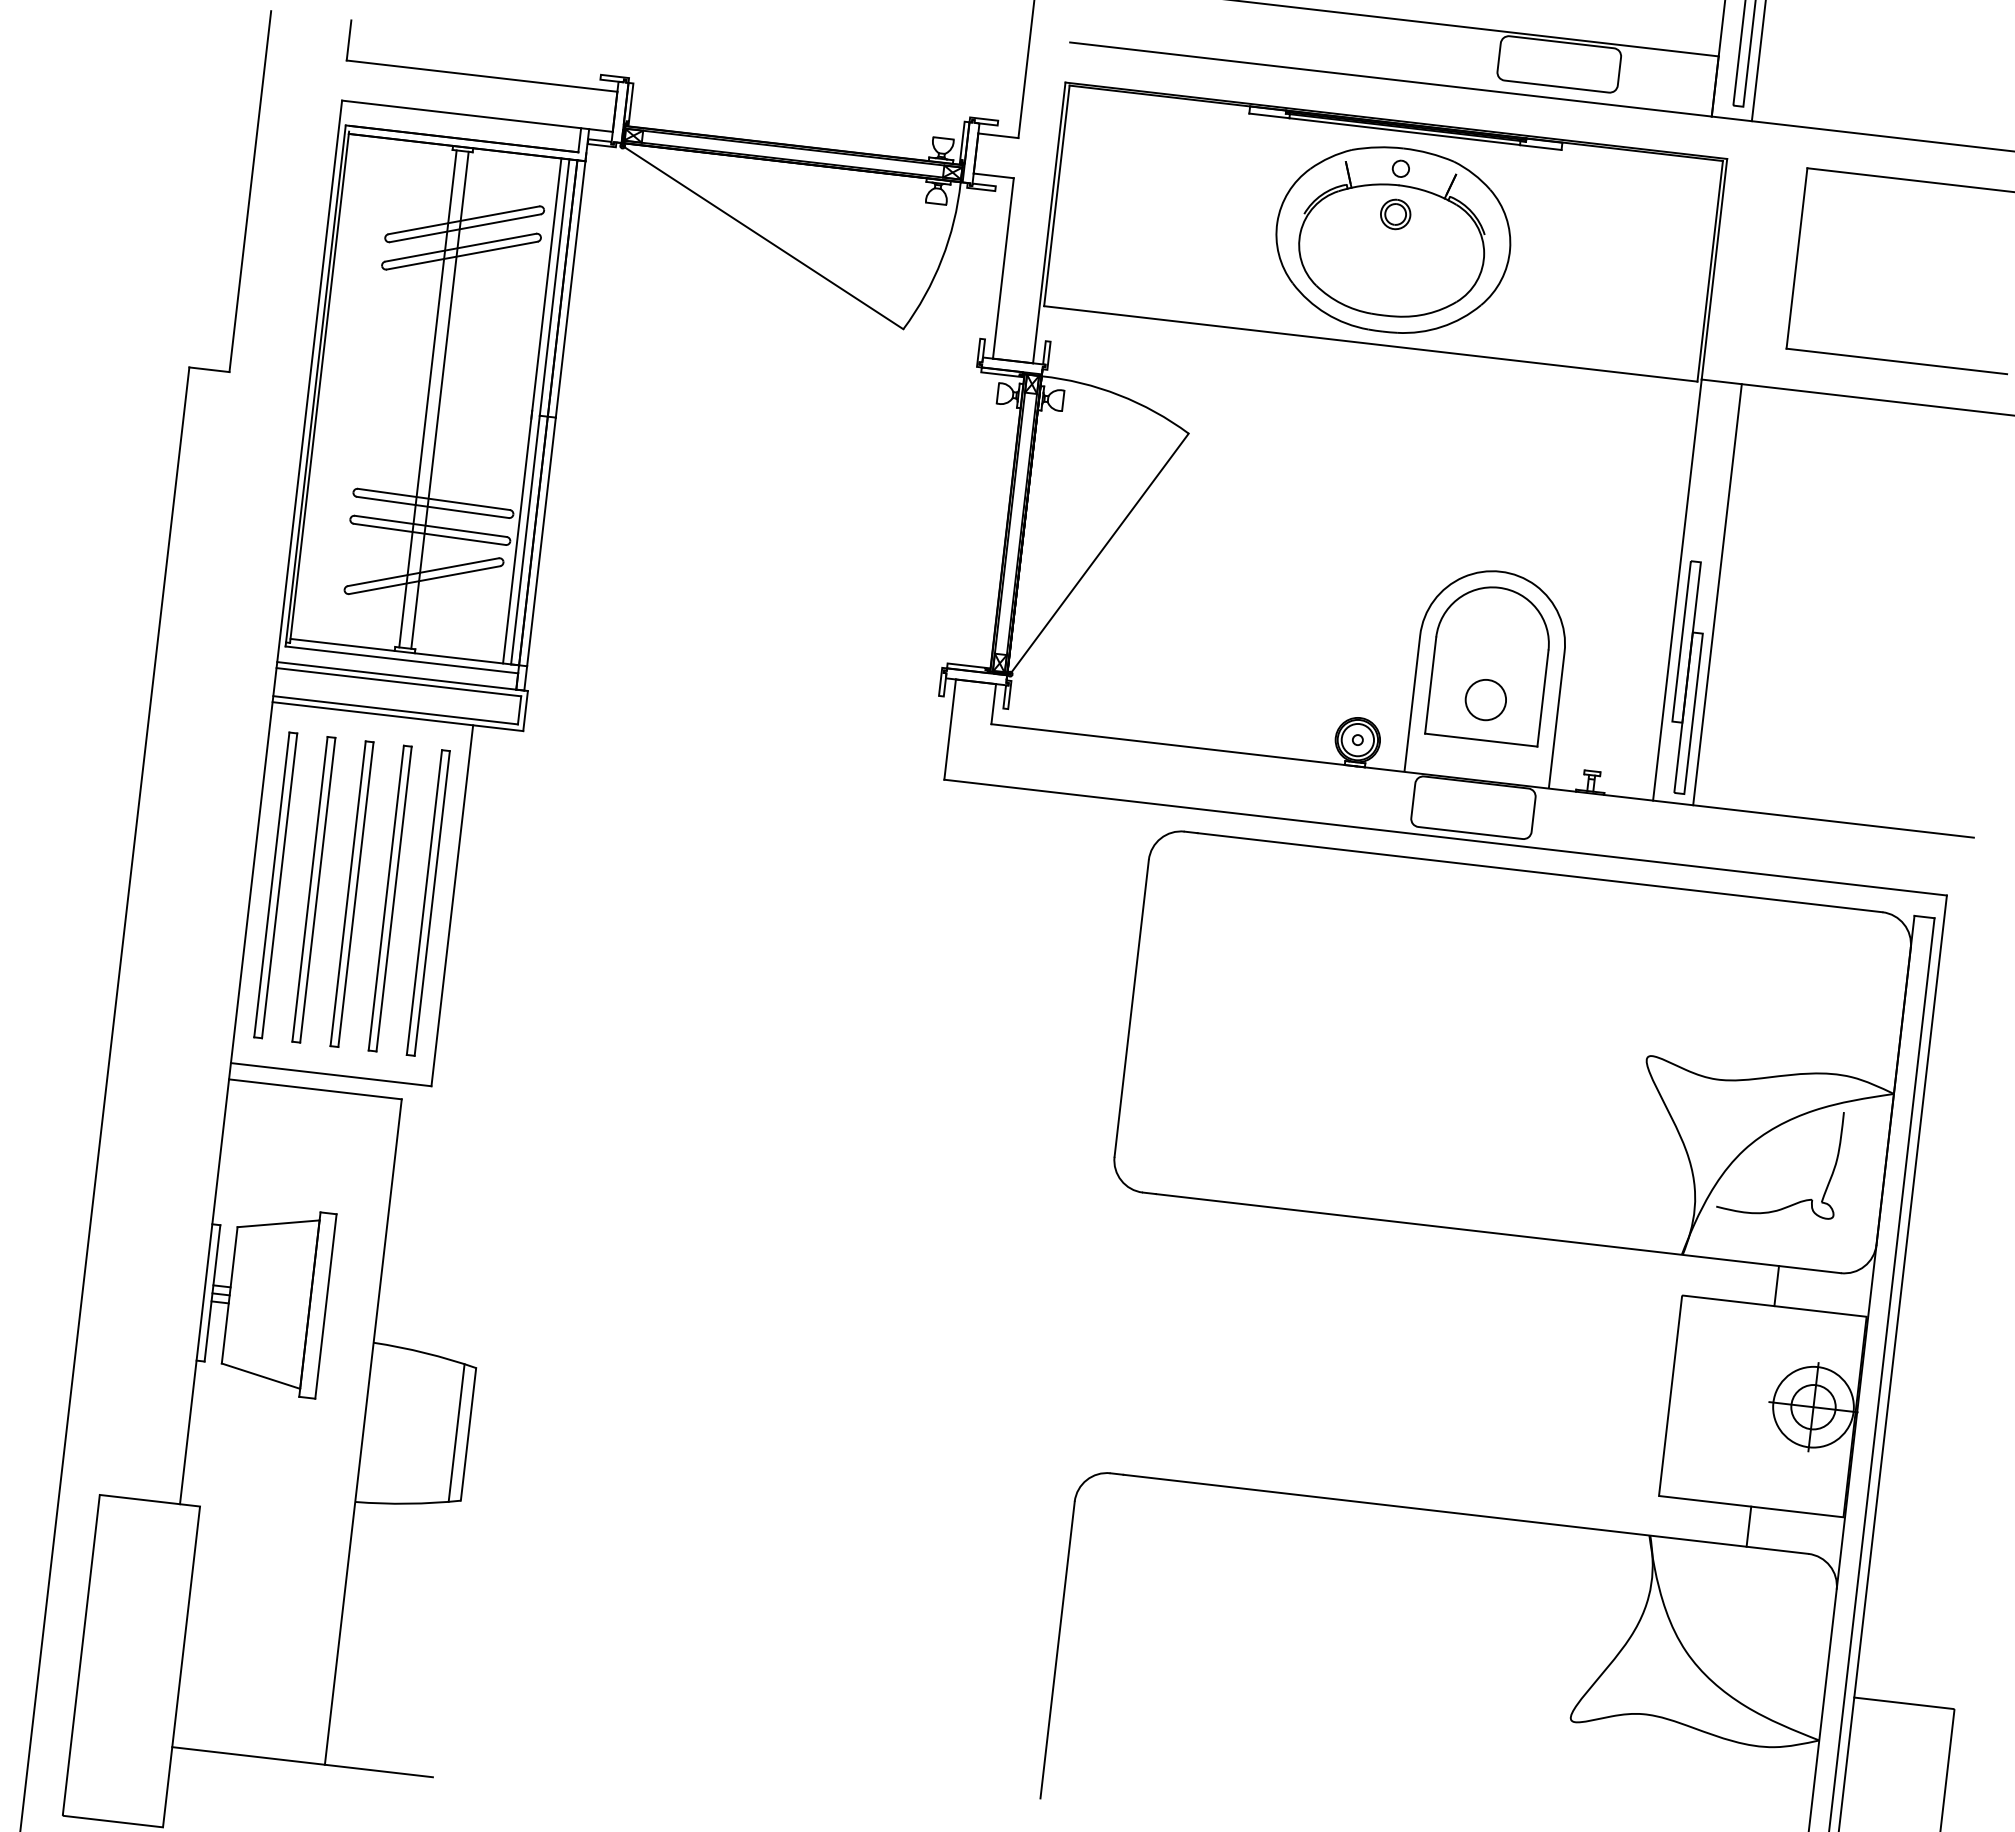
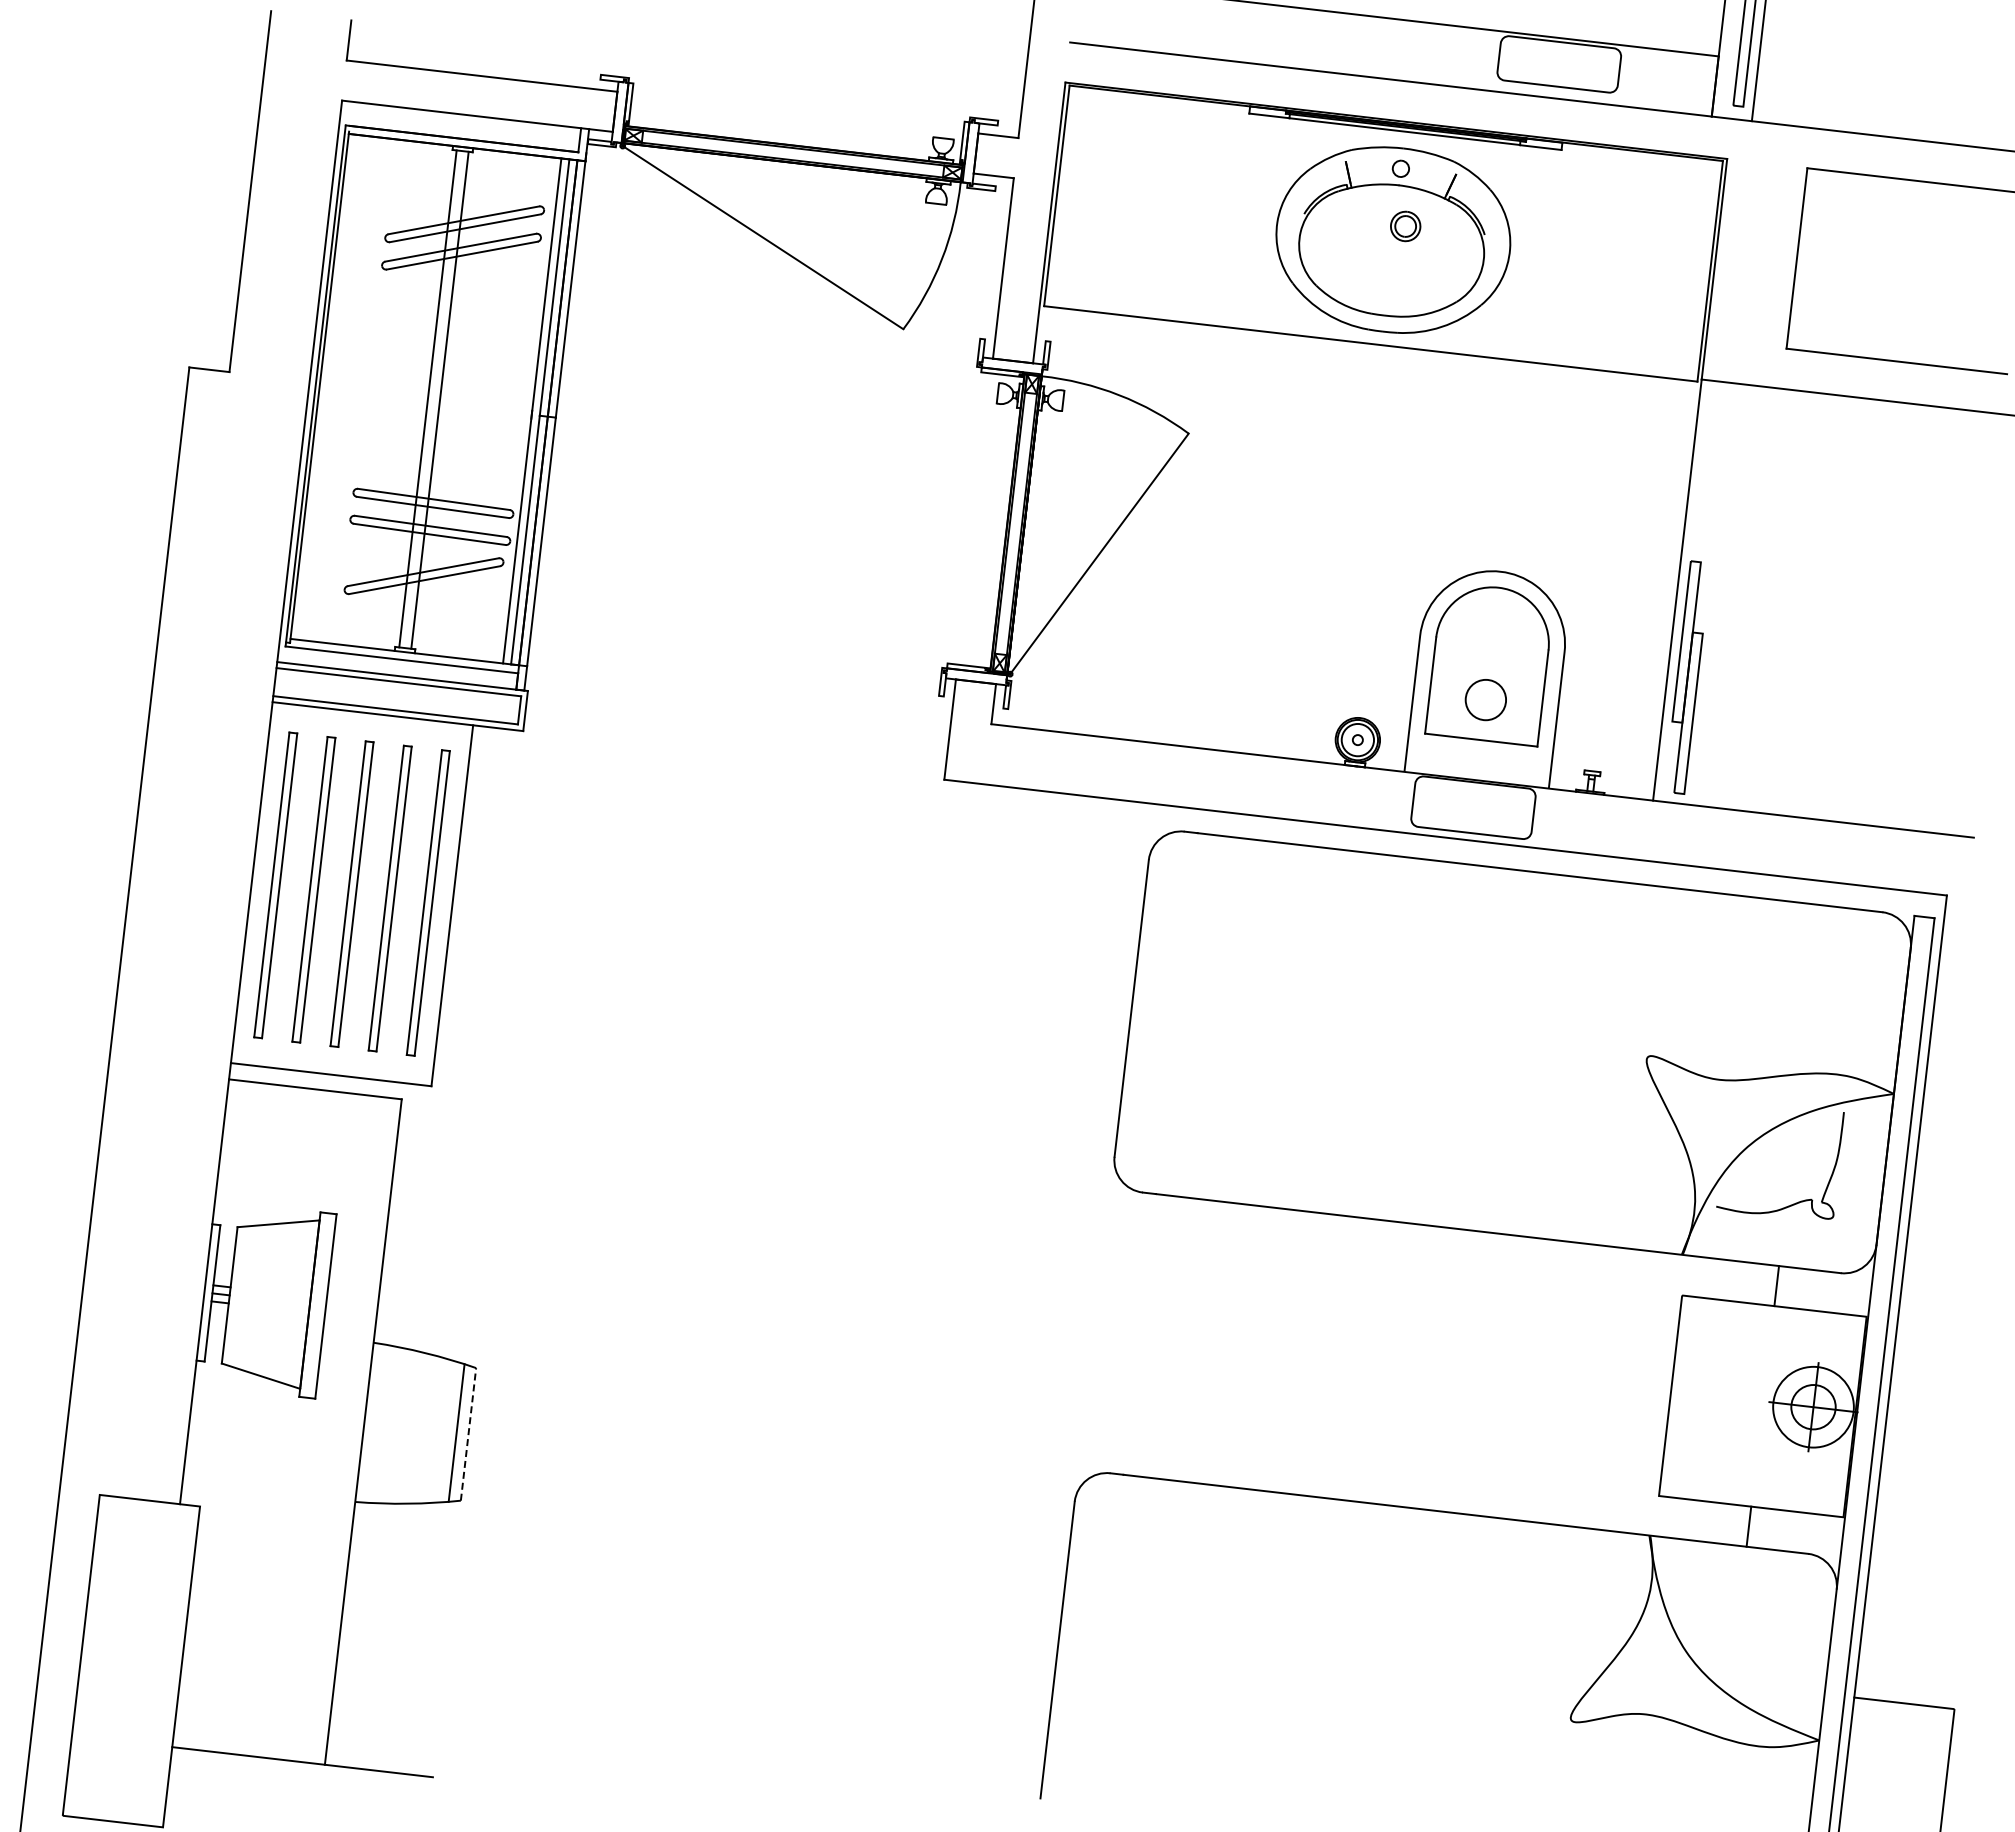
part at (1395, 214) position: (1395, 214) -> (1405, 226)
line at (1717, 594): present -> none
line at (468, 1434): solid -> dashed
